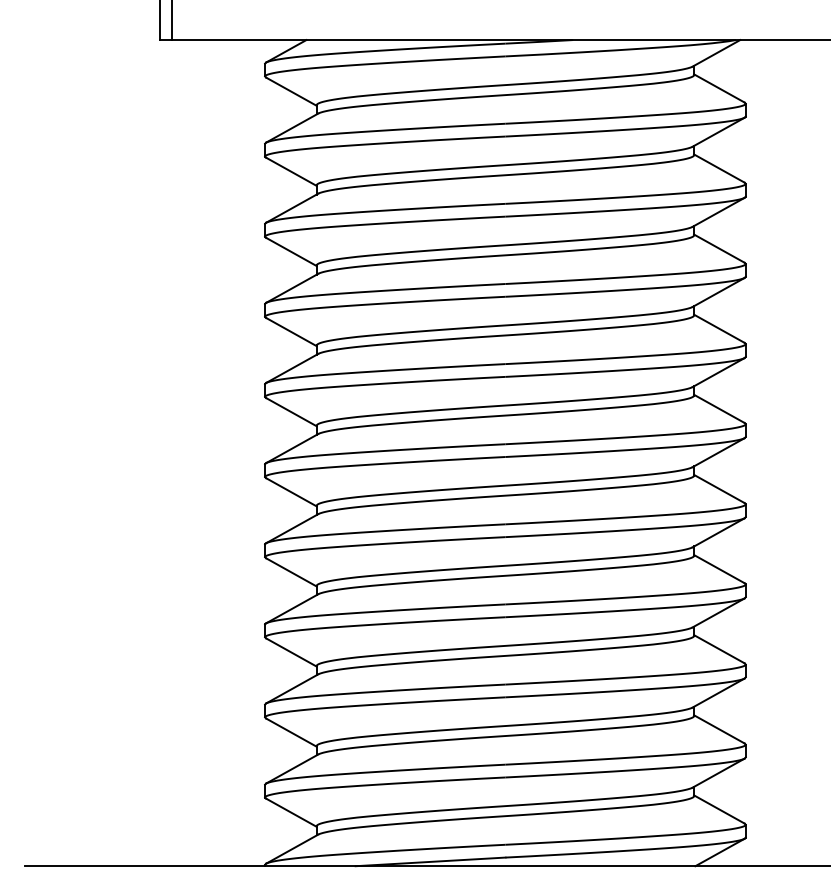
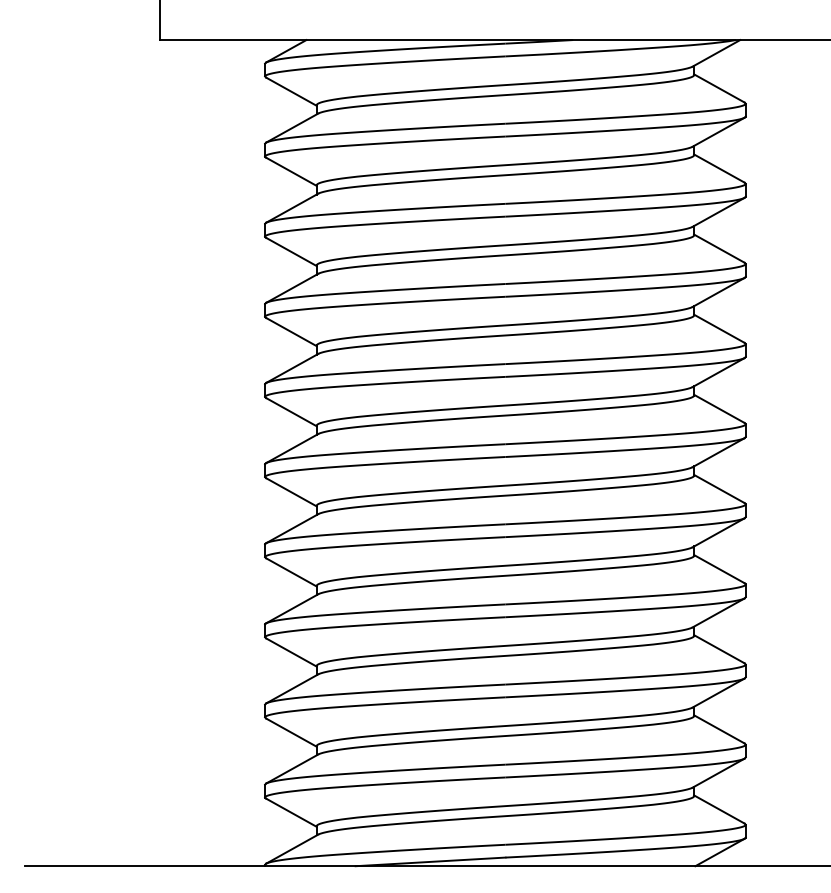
line at (171, 21): present -> none
